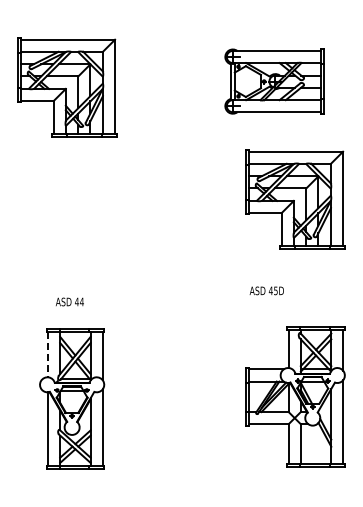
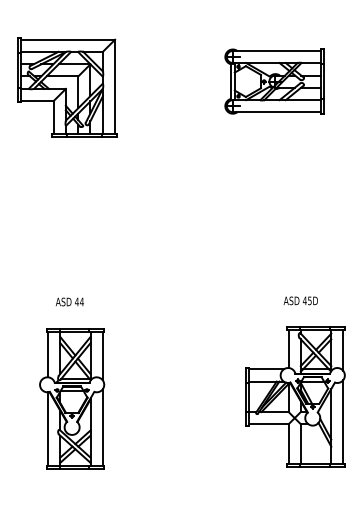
part at (295, 199): present -> none
text at (266, 290) position: (266, 290) -> (300, 300)
line at (48, 355): dashed -> solid
